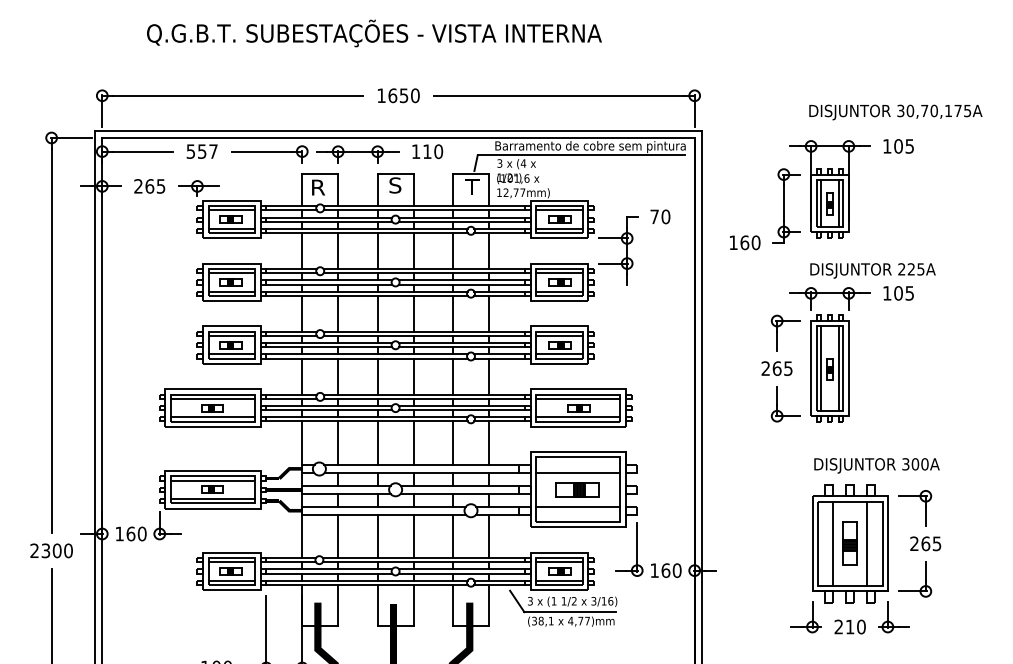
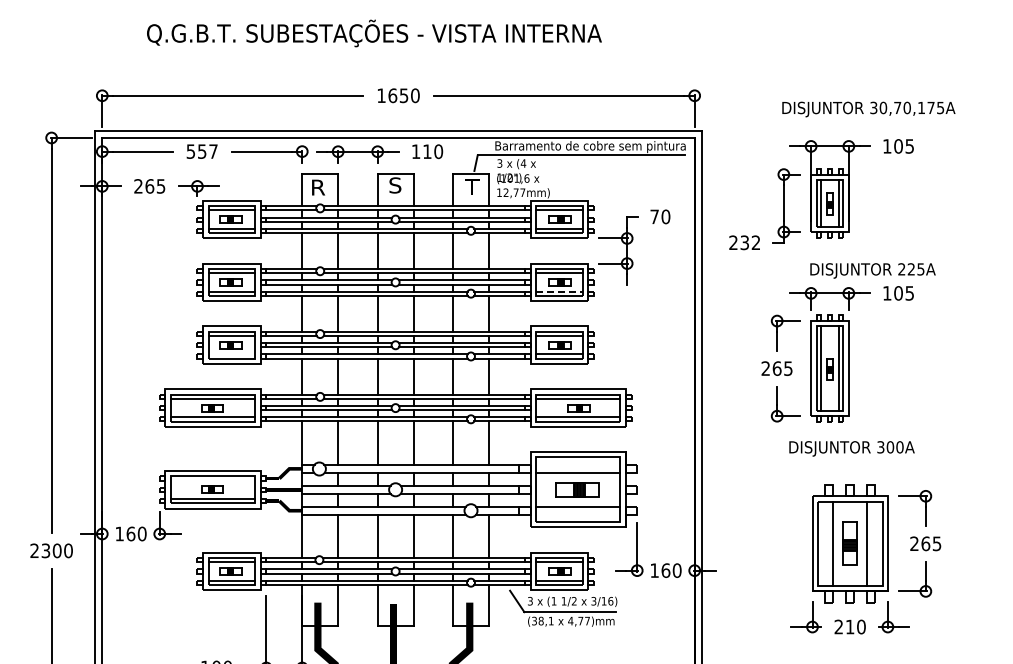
text at (895, 112) position: (895, 112) -> (868, 109)
text at (744, 242): 160 -> 232
line at (559, 291): solid -> dashed
line at (231, 354): present -> none
text at (876, 465) position: (876, 465) -> (851, 448)
line at (212, 480): present -> none
